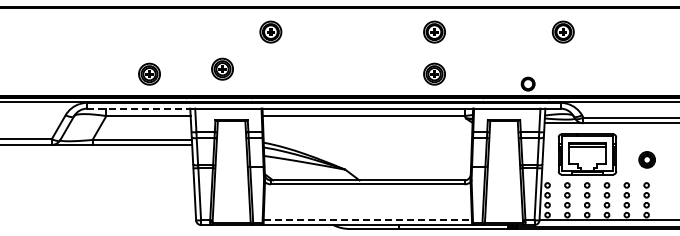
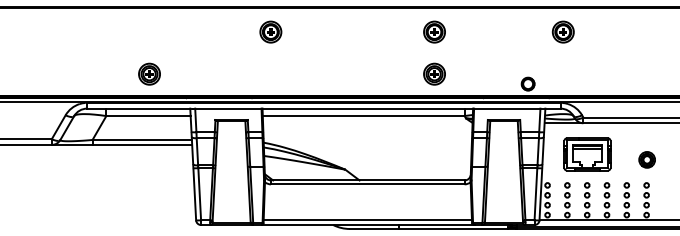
part at (222, 68): present -> none
line at (140, 108): dashed -> solid
part at (587, 154) size: 61x43 px -> 49x35 px
line at (368, 220): dashed -> solid
